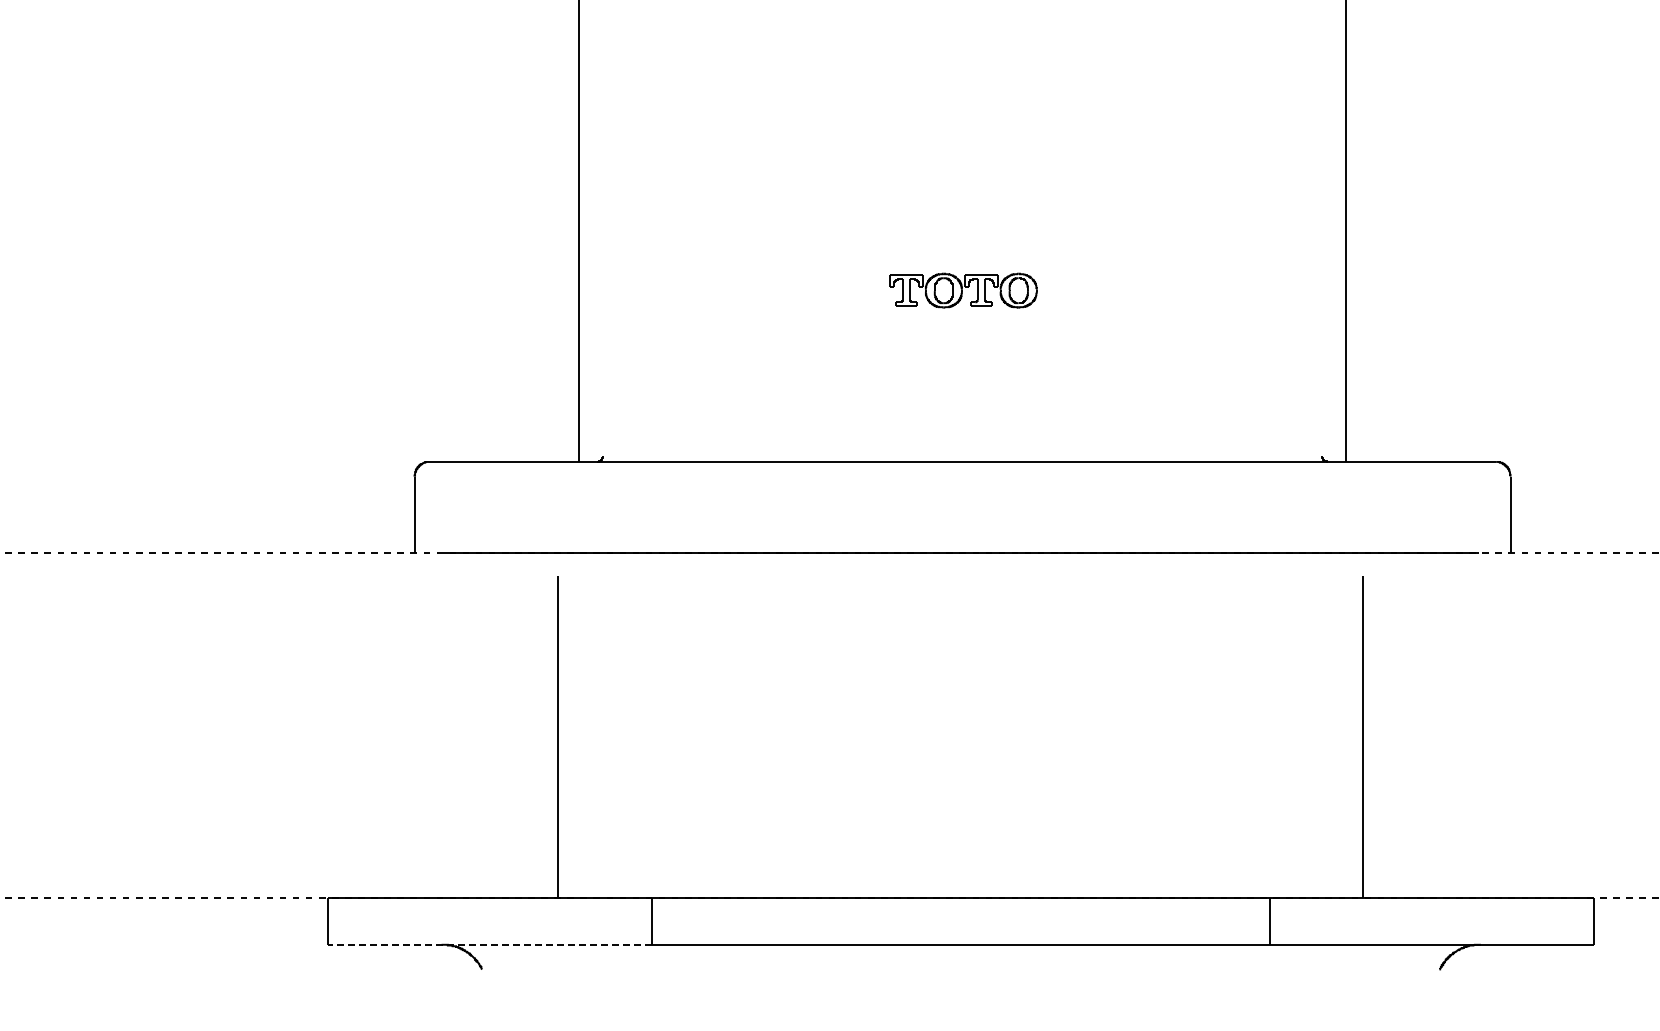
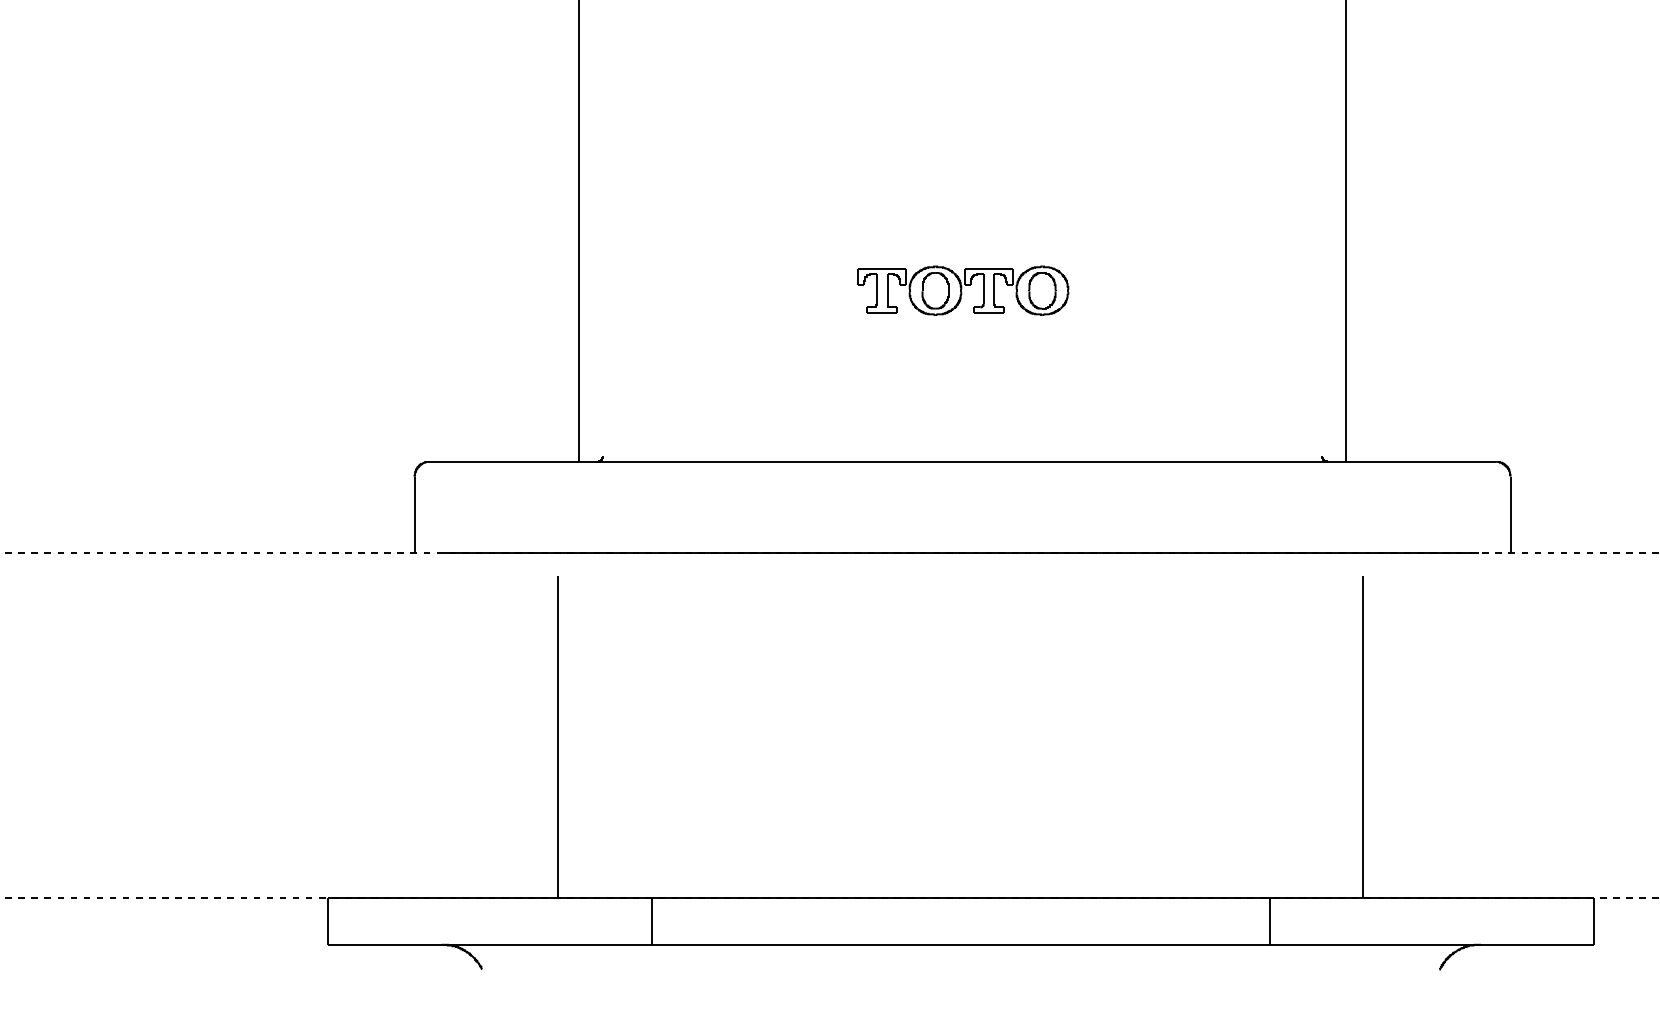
part at (963, 290) size: 149x37 px -> 213x51 px
line at (489, 944): dashed -> solid
